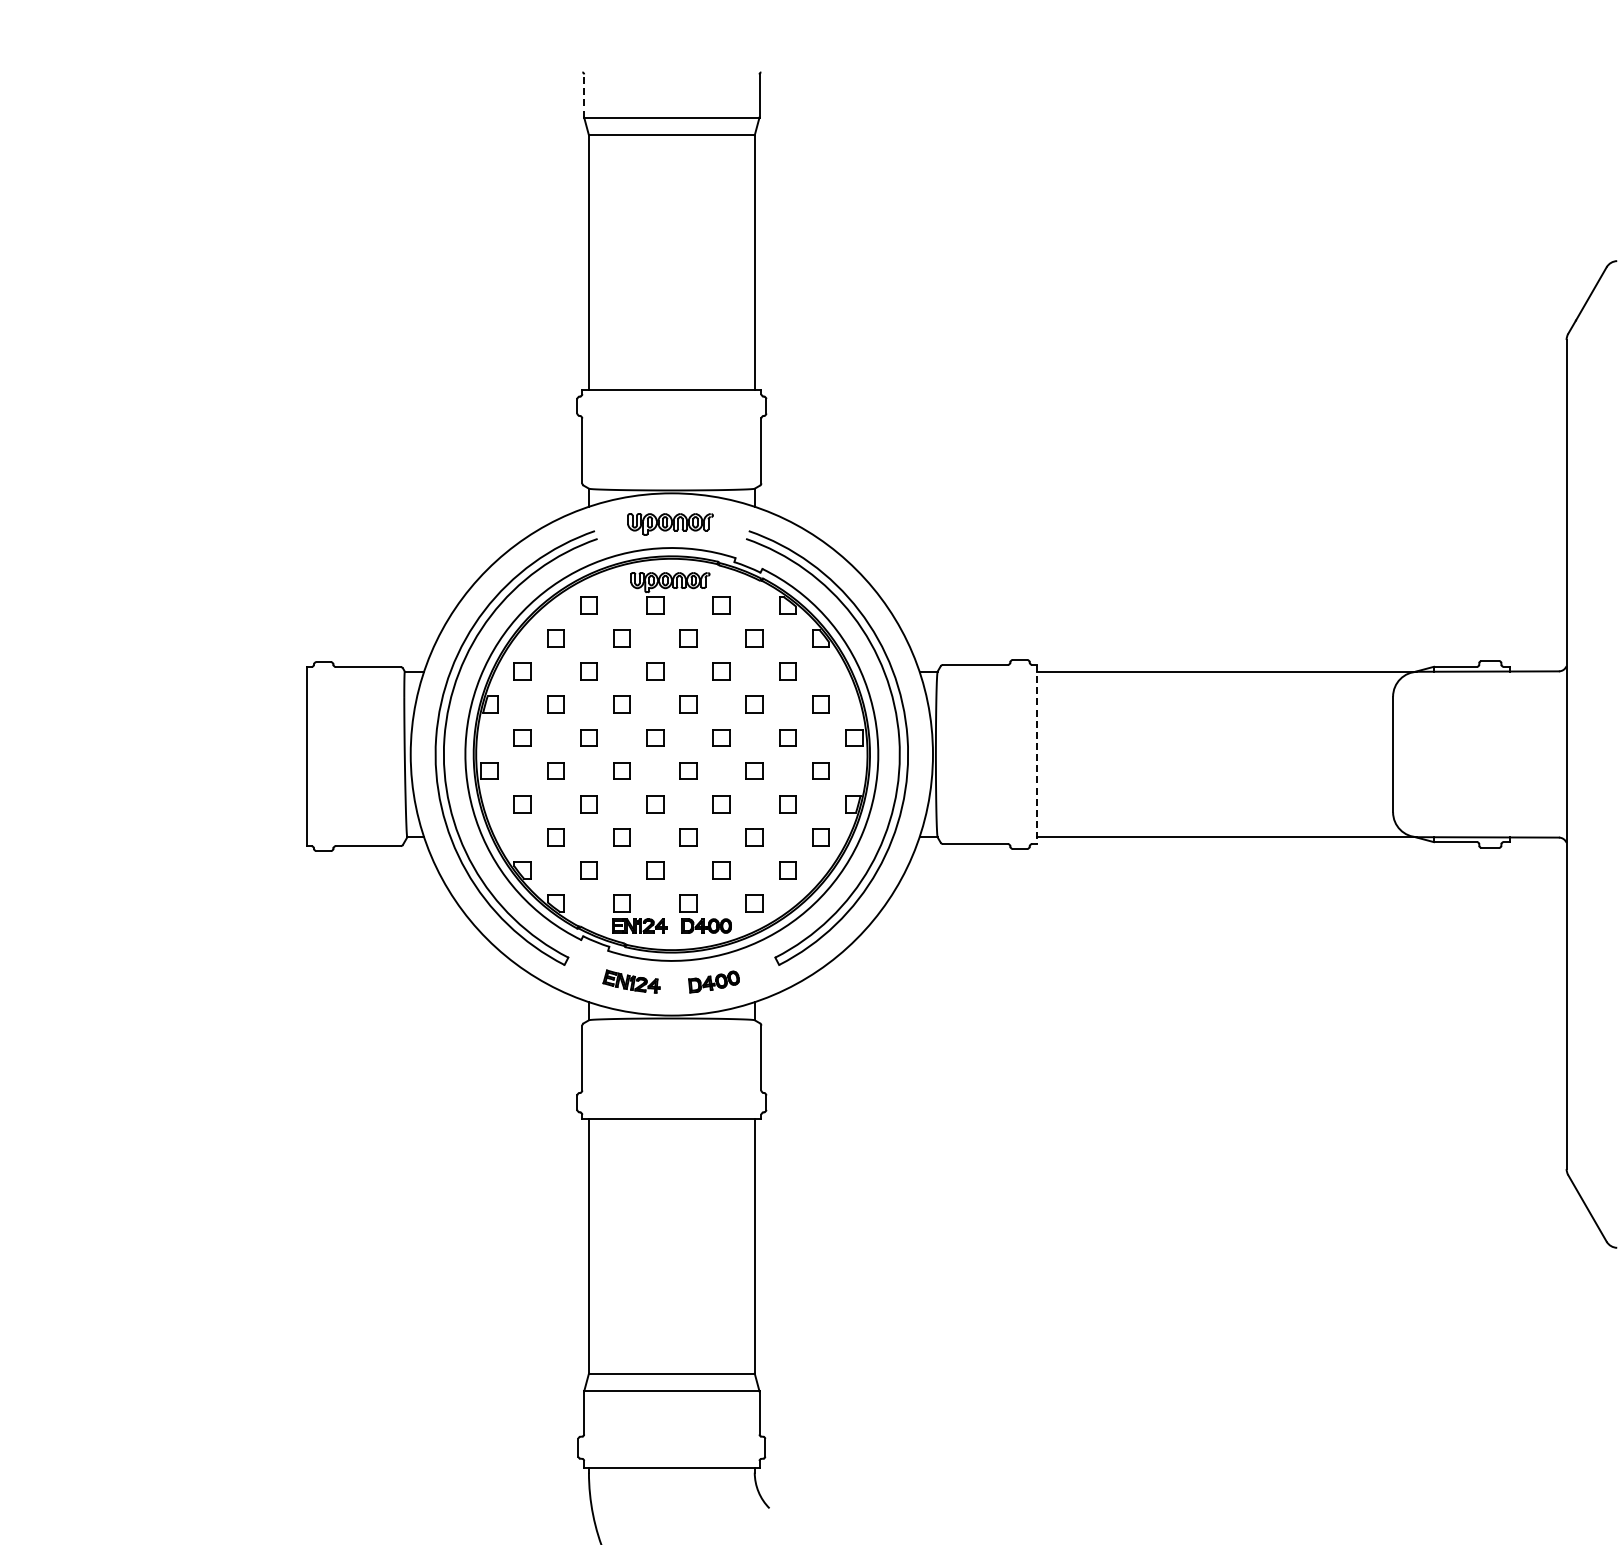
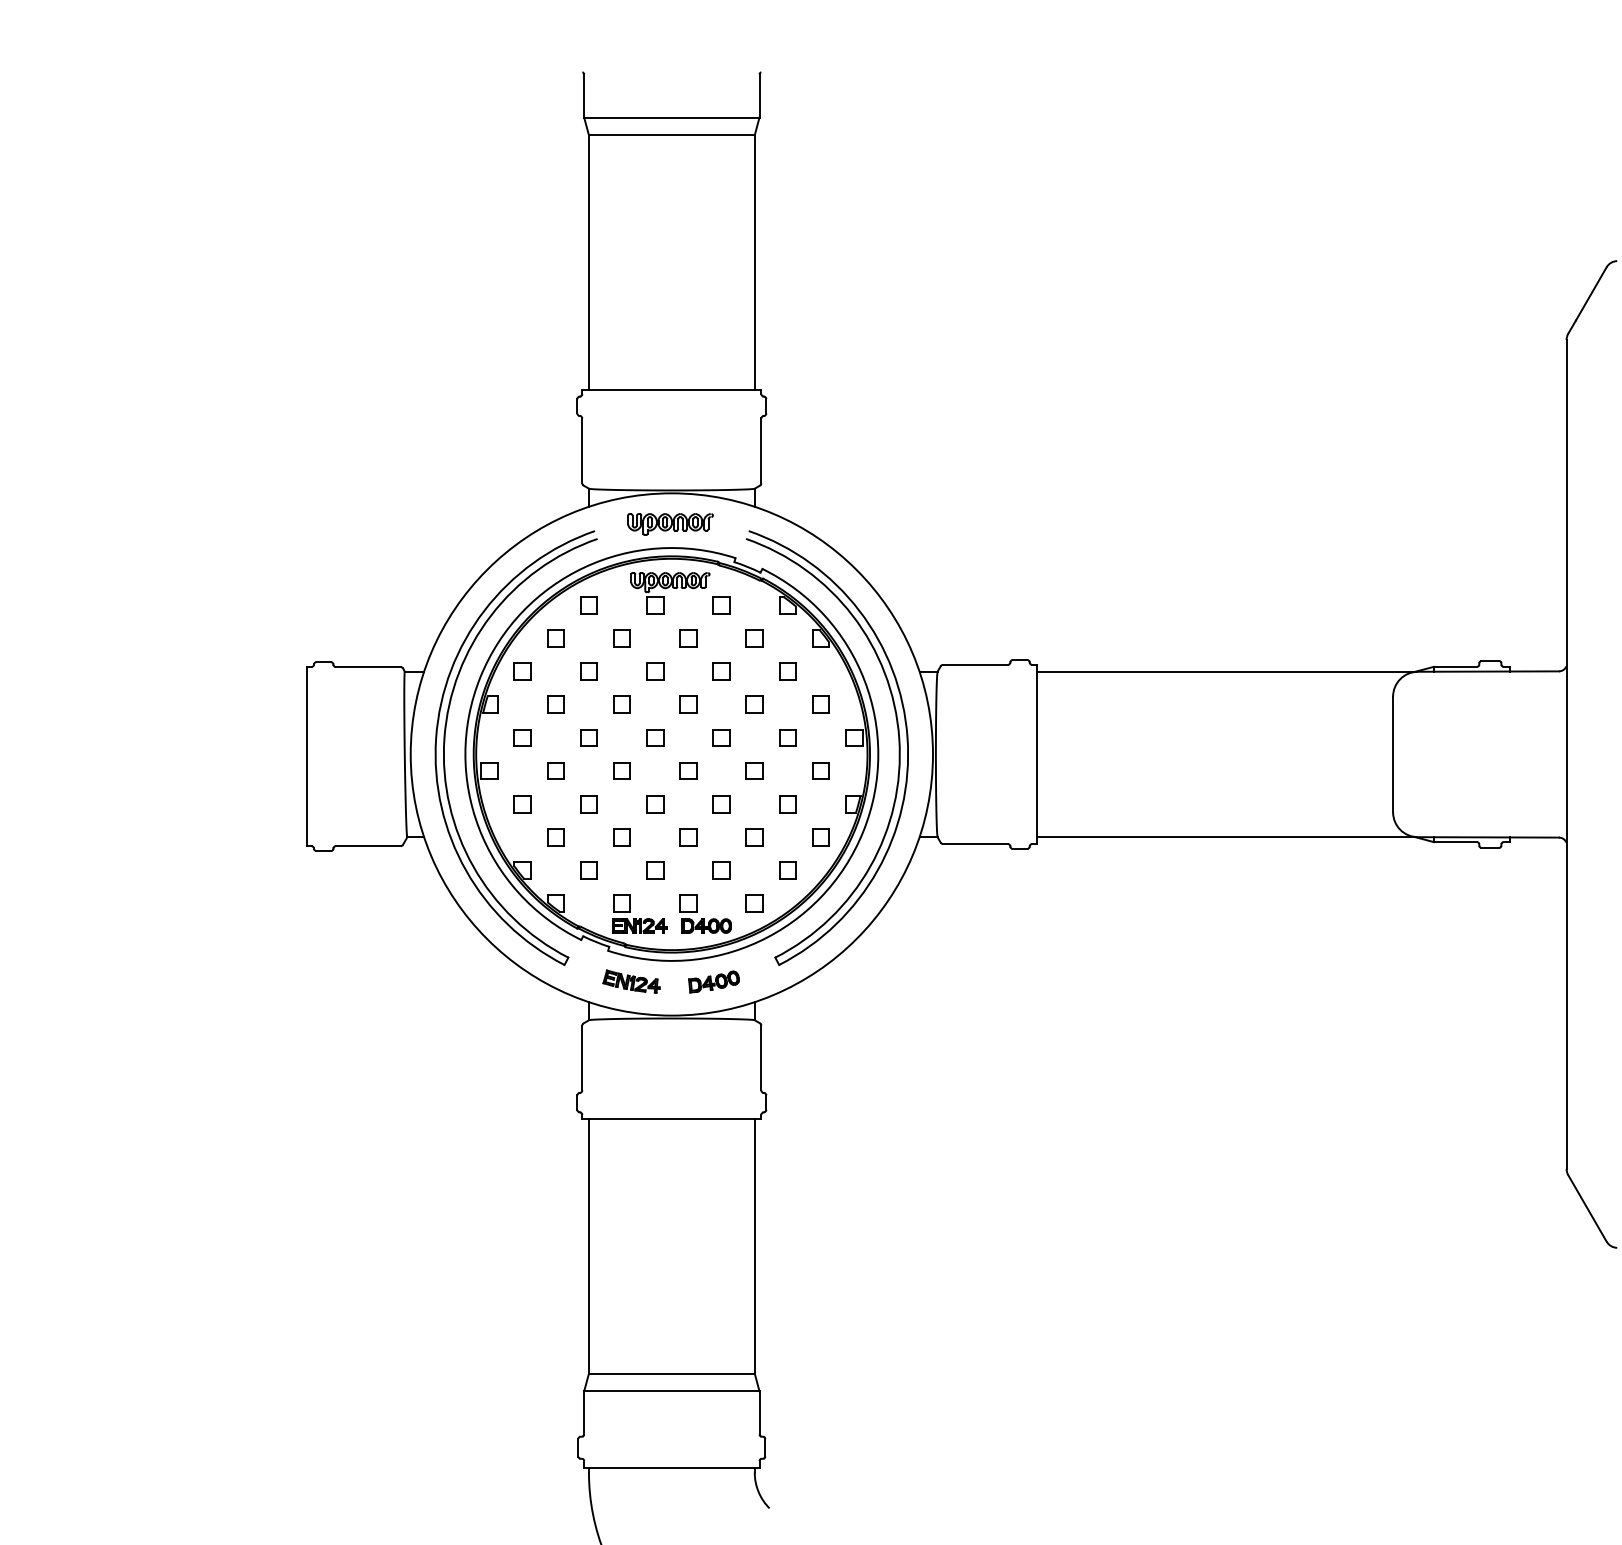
line at (584, 95): dashed -> solid
line at (1036, 754): dashed -> solid
